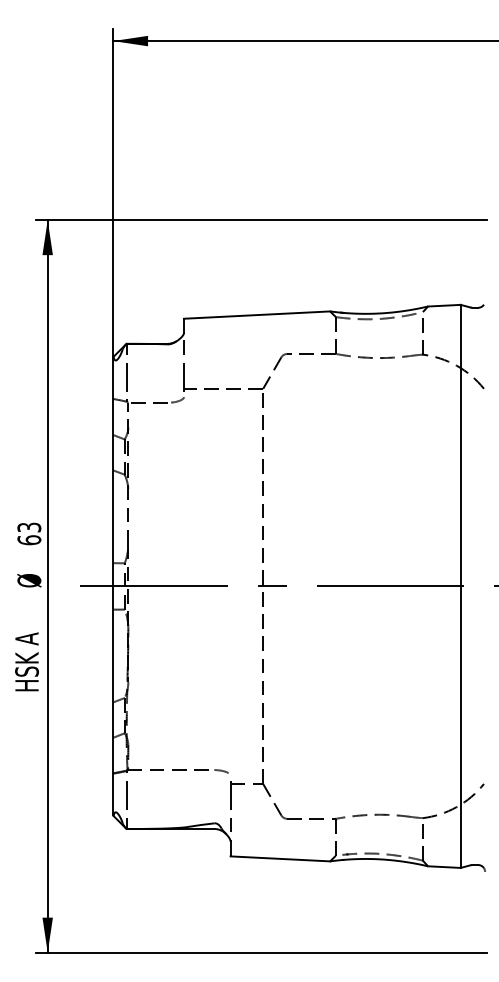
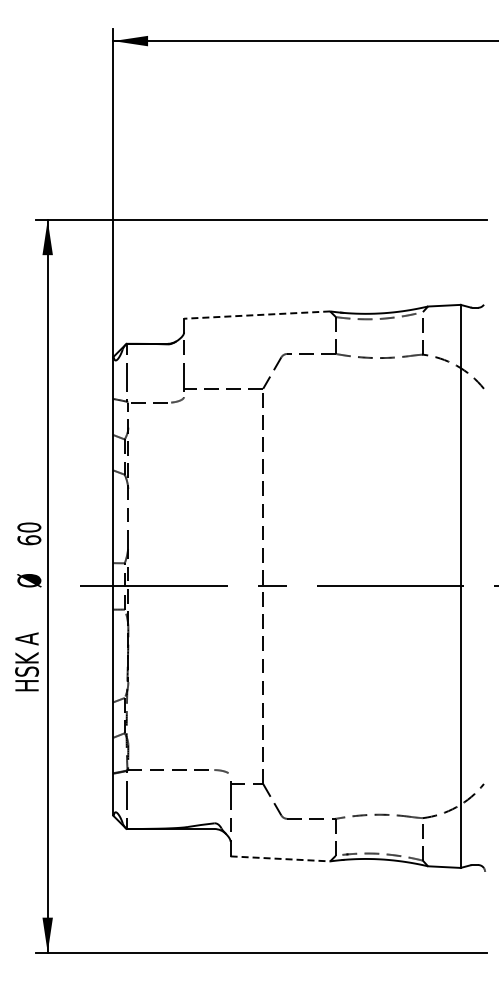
line at (256, 315): solid -> dashed
text at (29, 527): 63 -> 60
line at (280, 858): solid -> dashed
